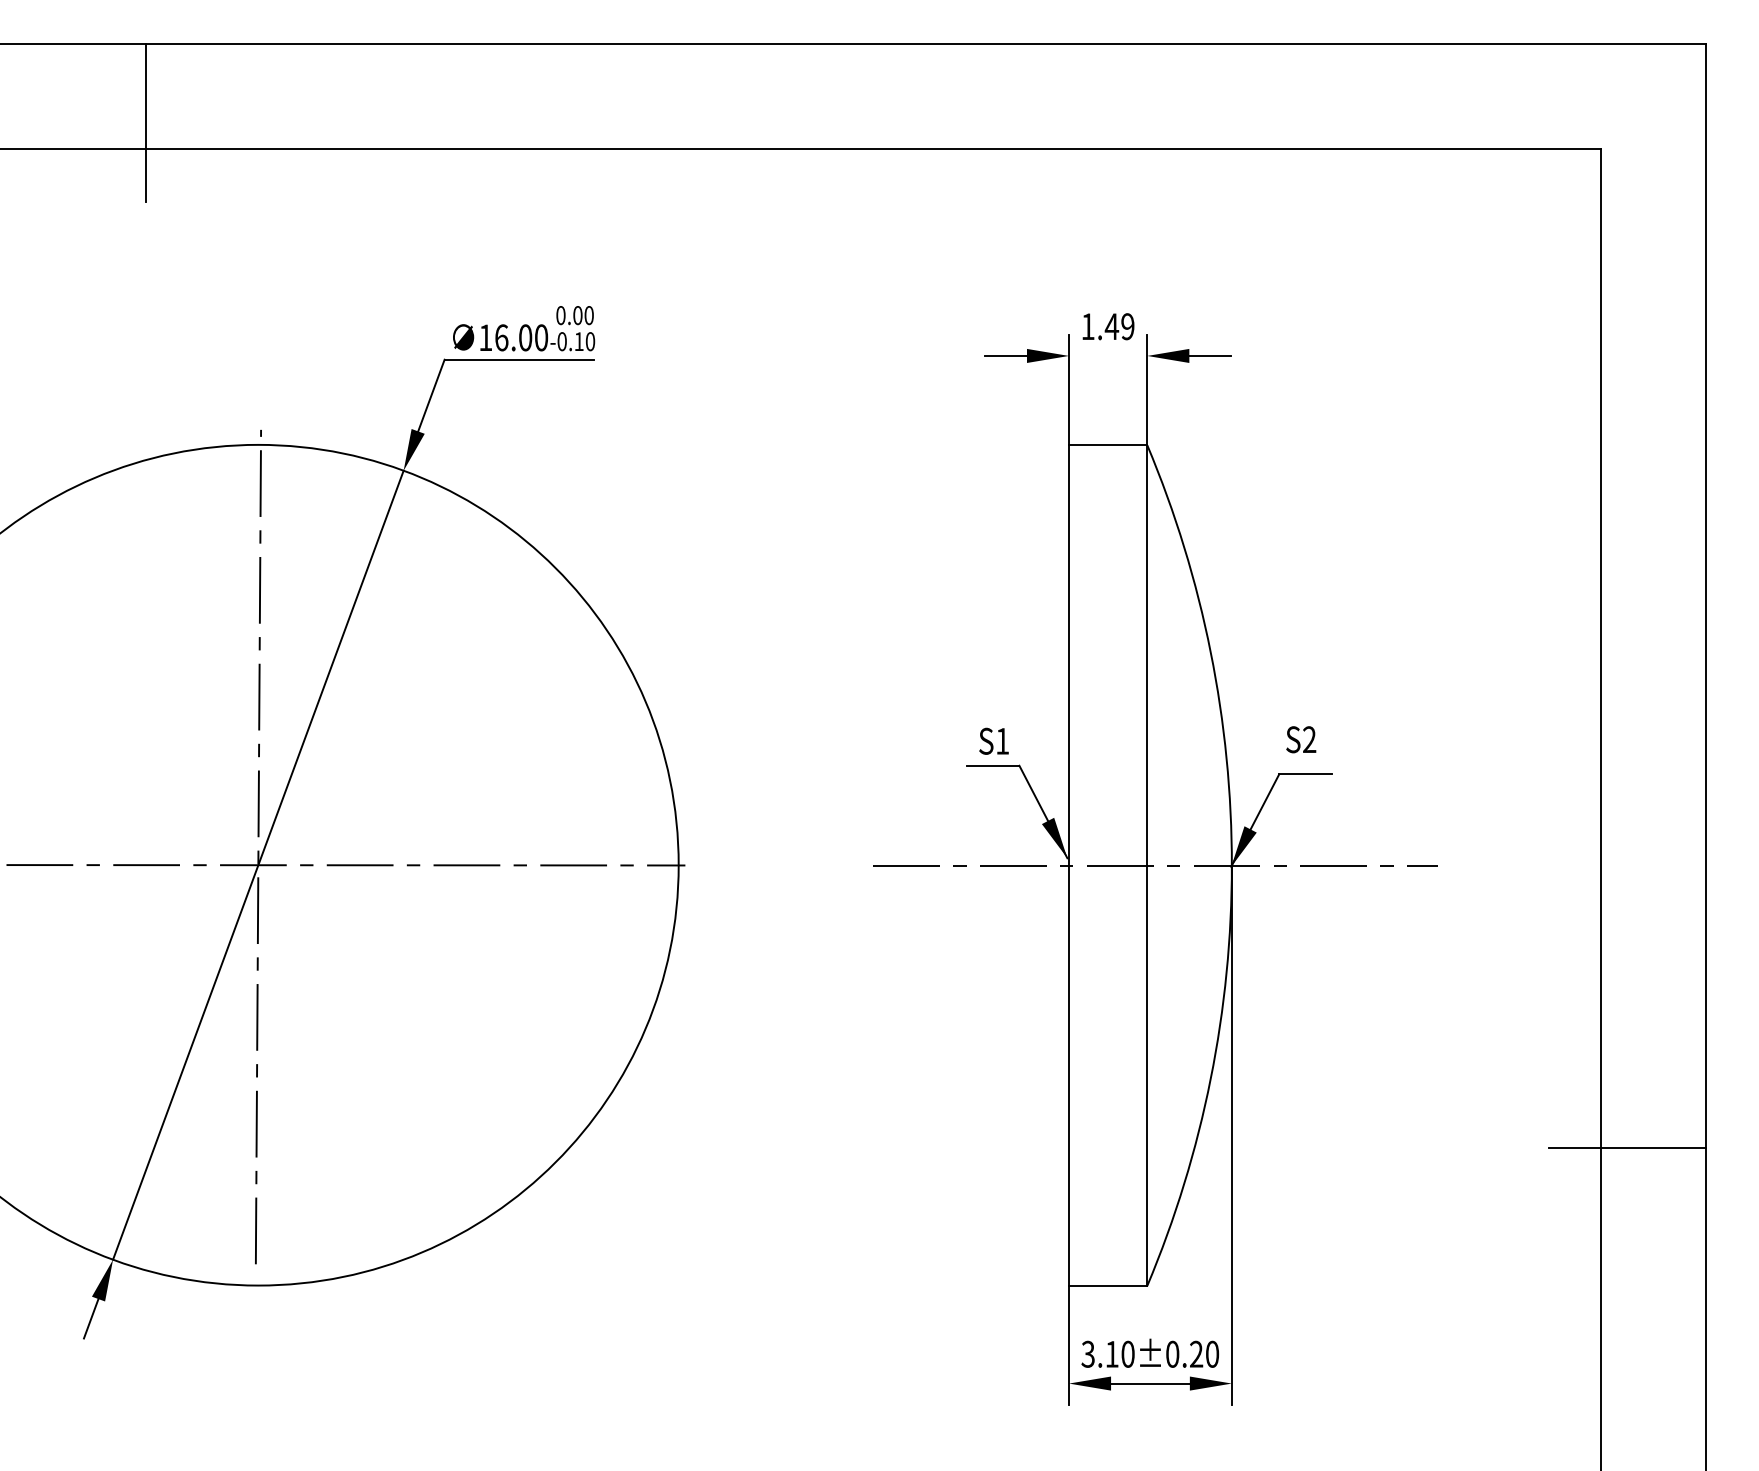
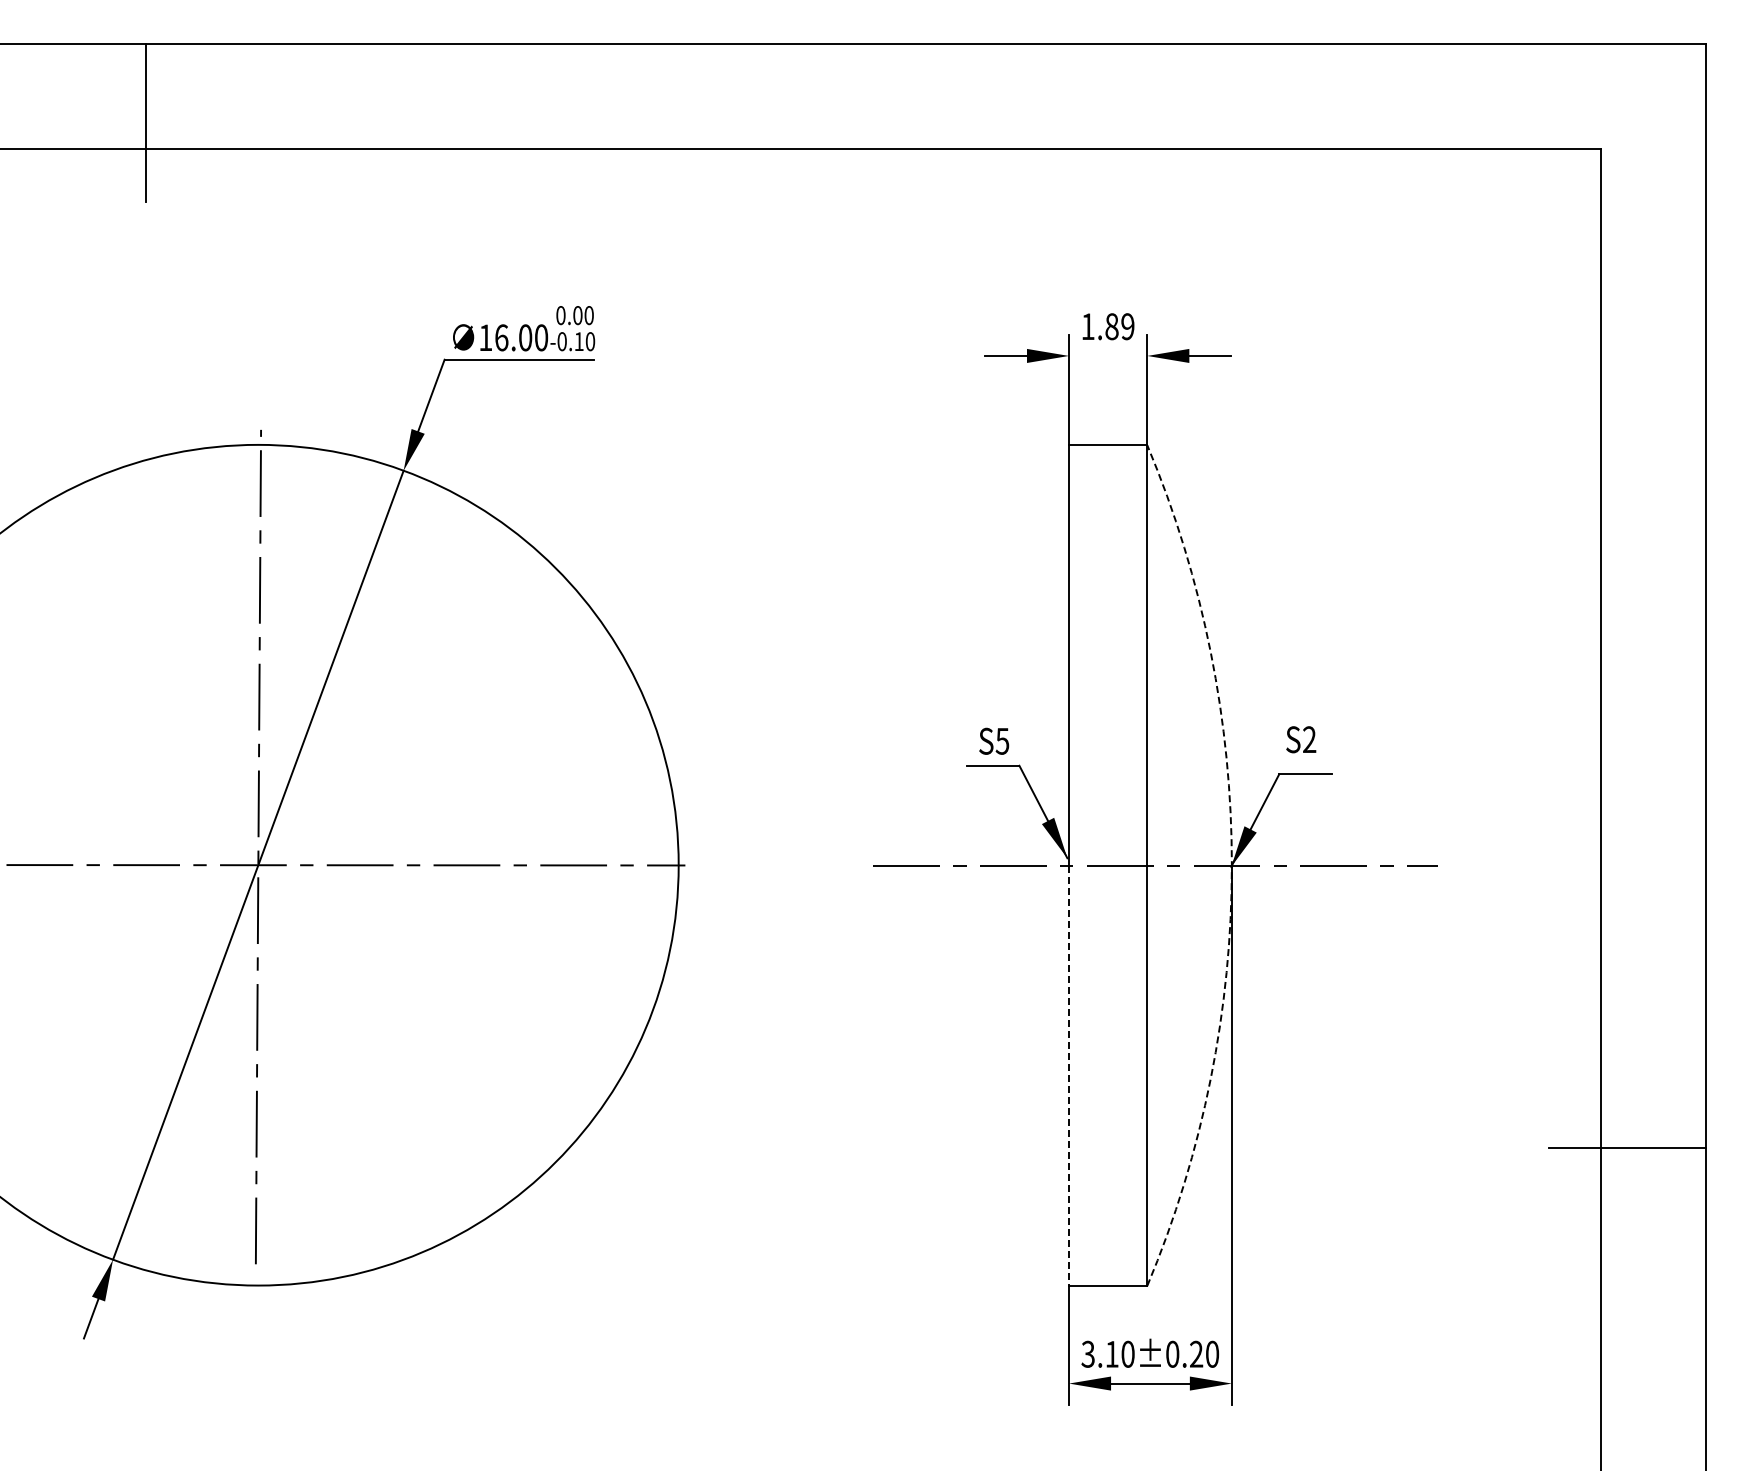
text at (1111, 326): 1.49 -> 1.89
text at (1002, 741): S1 -> S5
arc at (1231, 865): solid -> dashed
line at (1069, 1076): solid -> dashed
